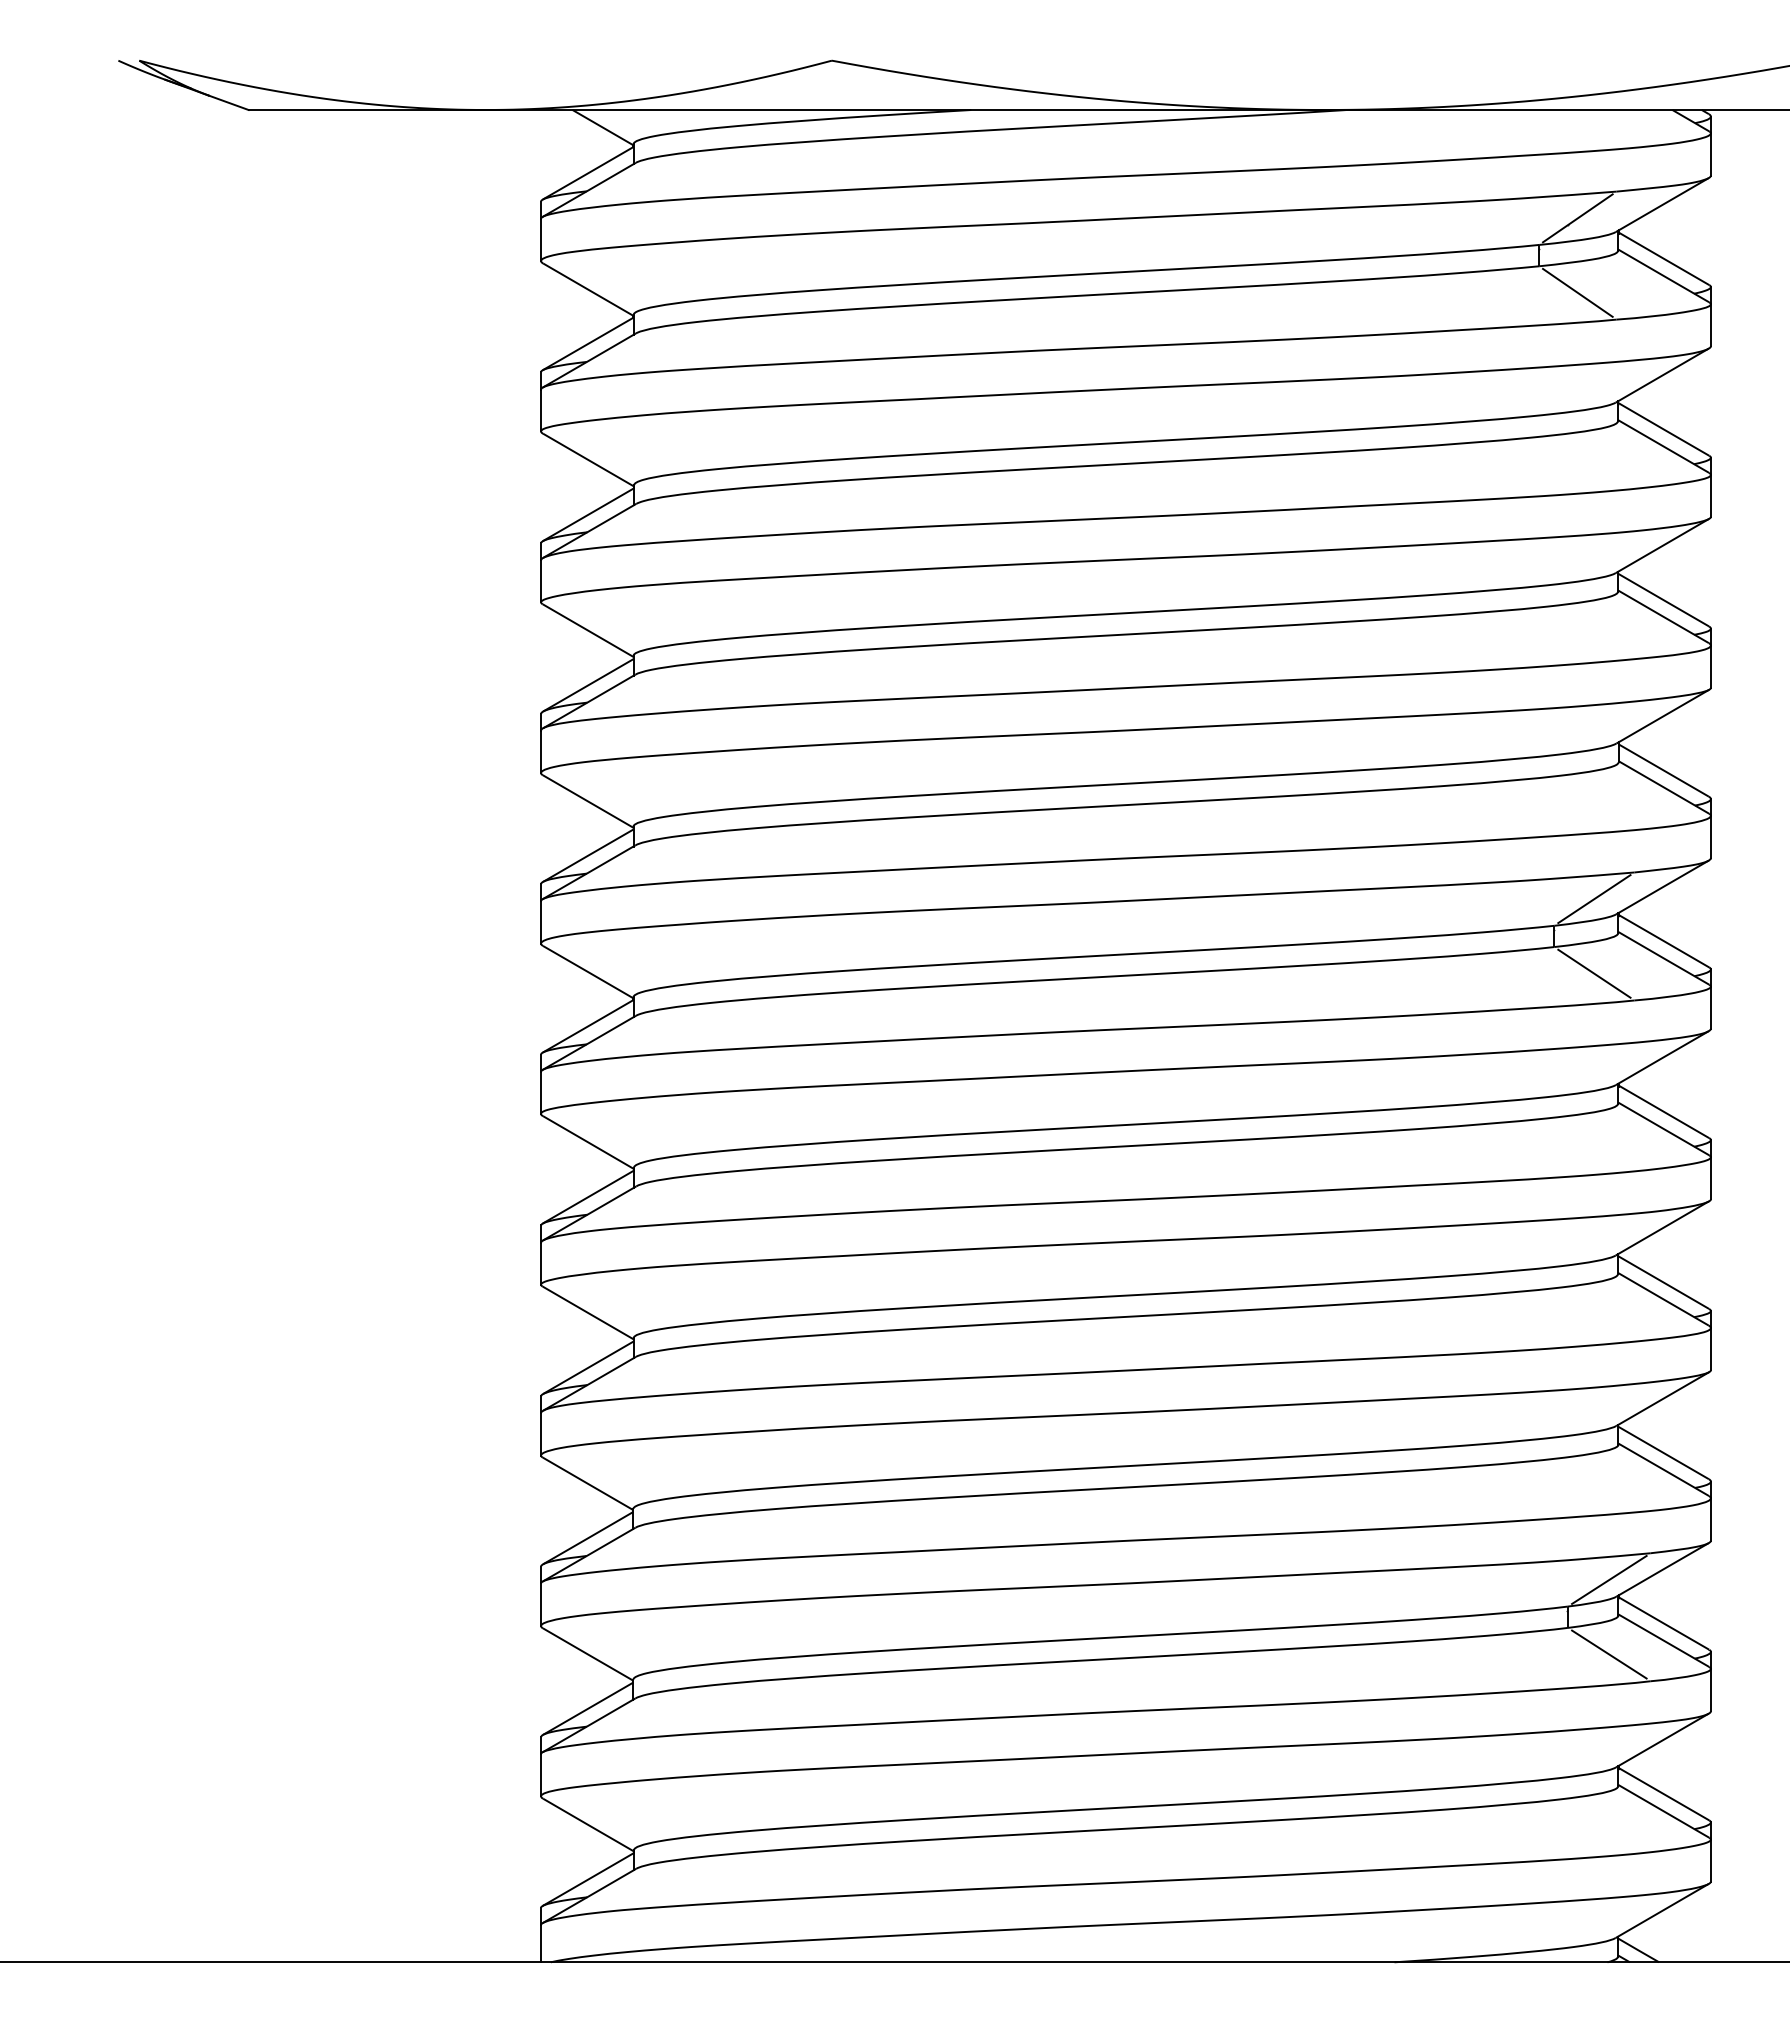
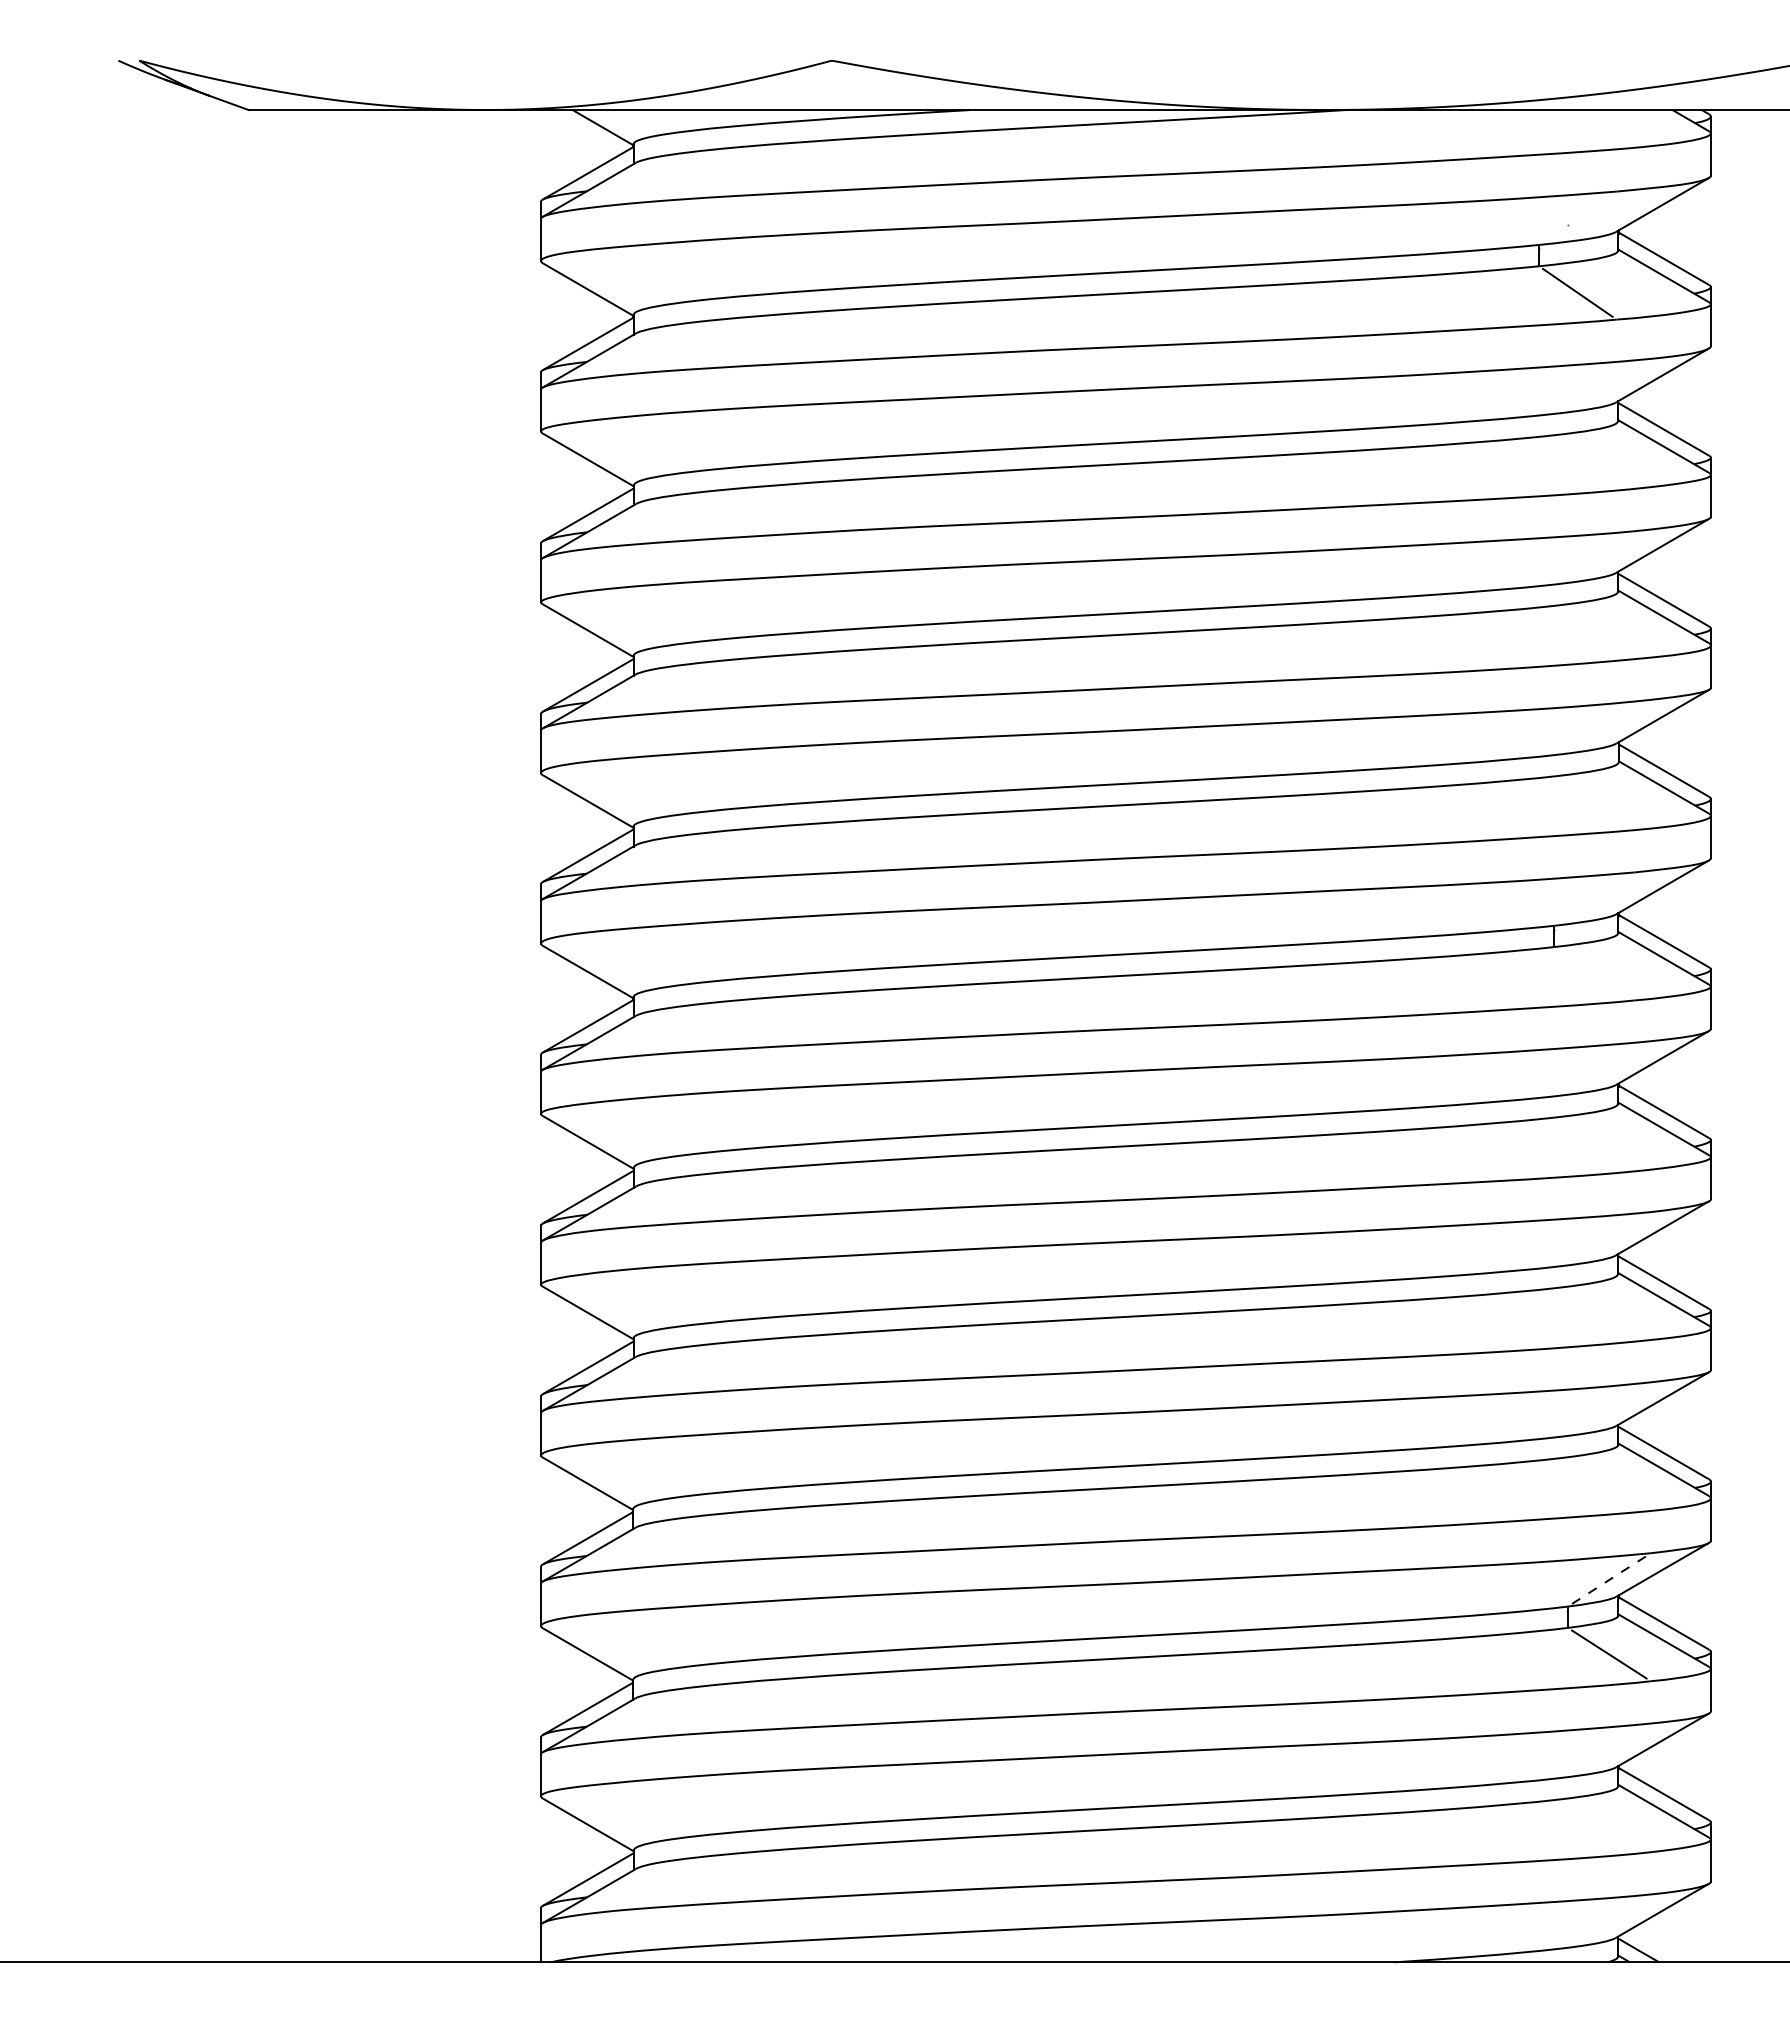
line at (1577, 218): present -> none
line at (1594, 899): present -> none
line at (1594, 973): present -> none
line at (1609, 1579): solid -> dashed
